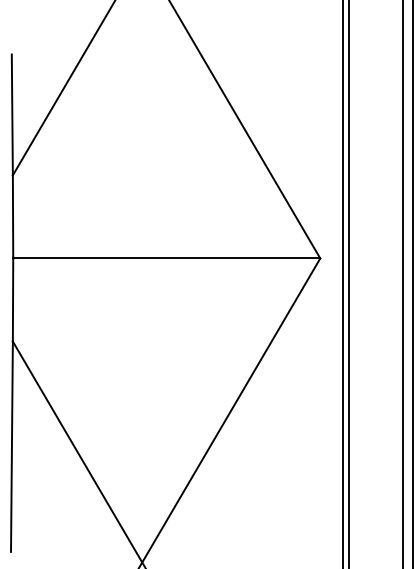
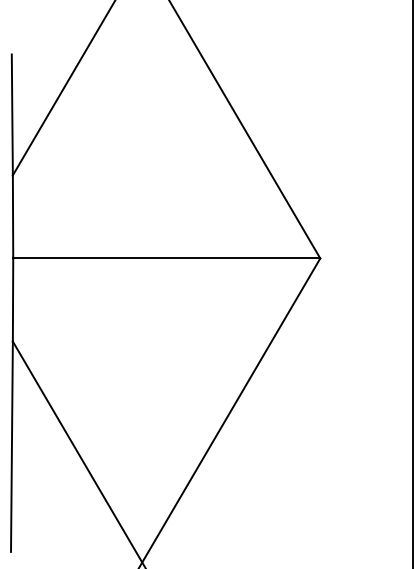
line at (343, 283): present -> none
line at (349, 283): present -> none
line at (402, 283): present -> none
